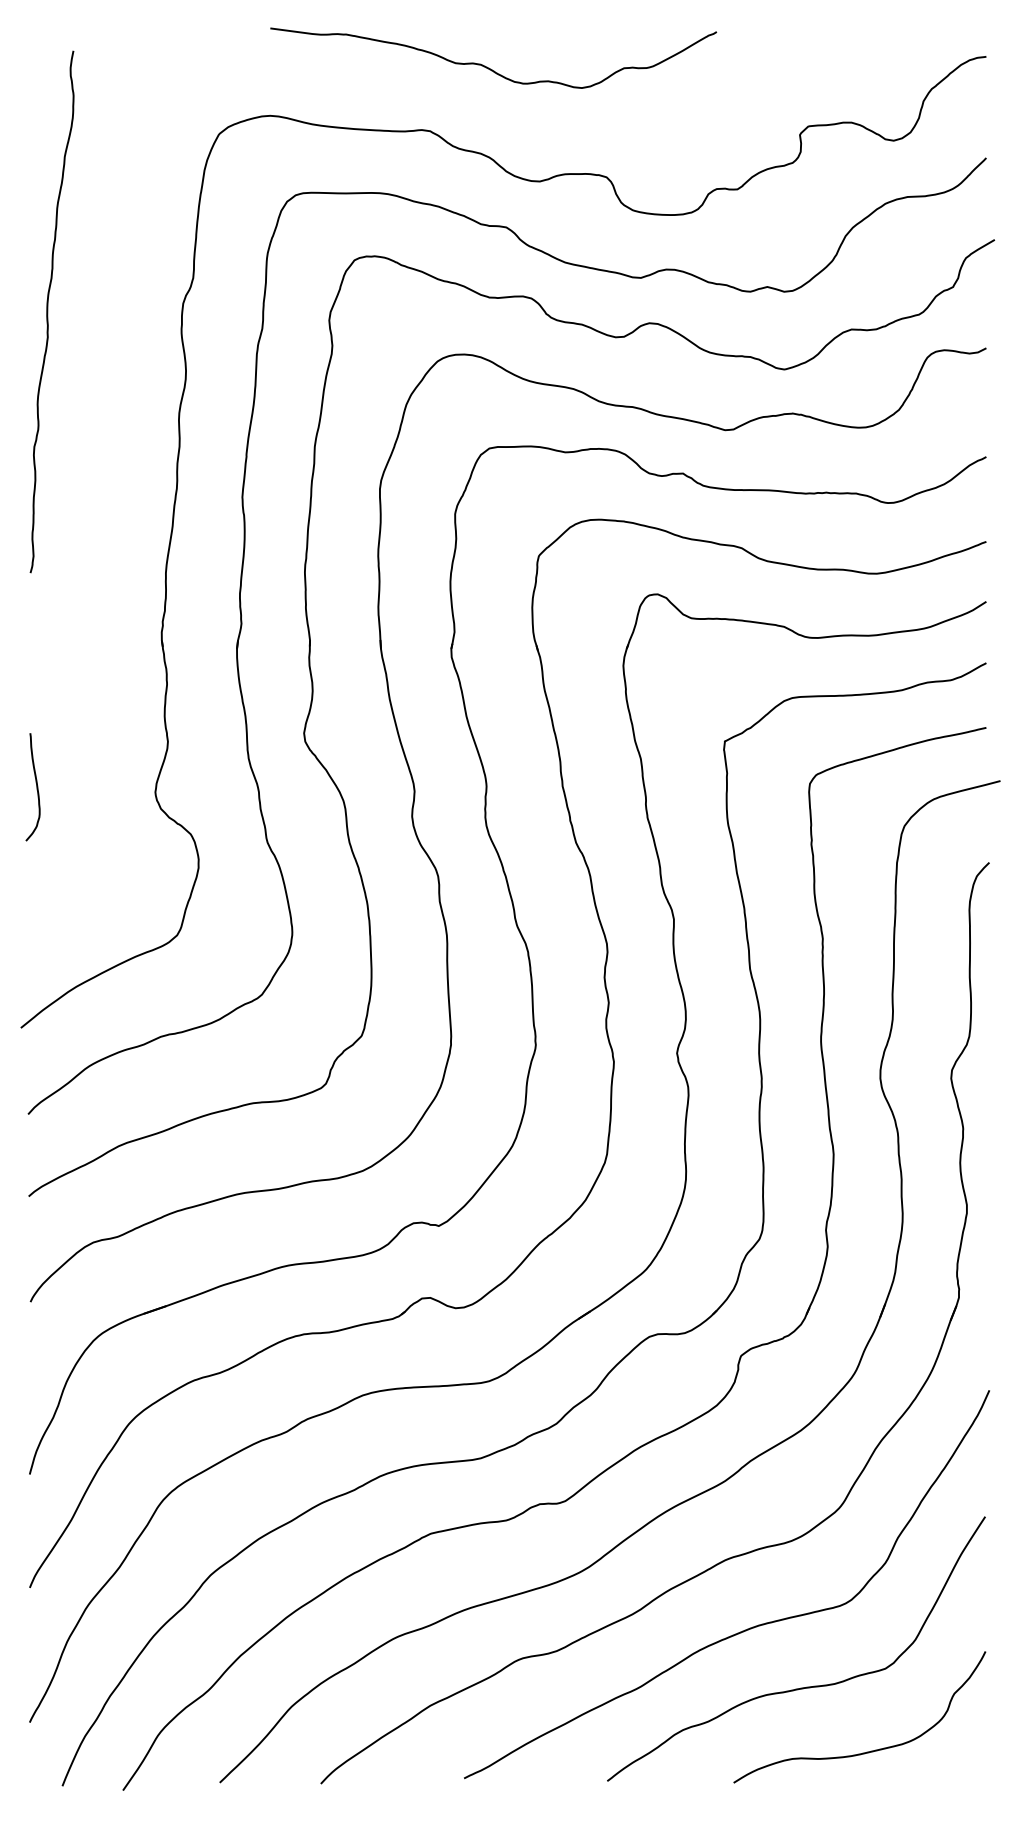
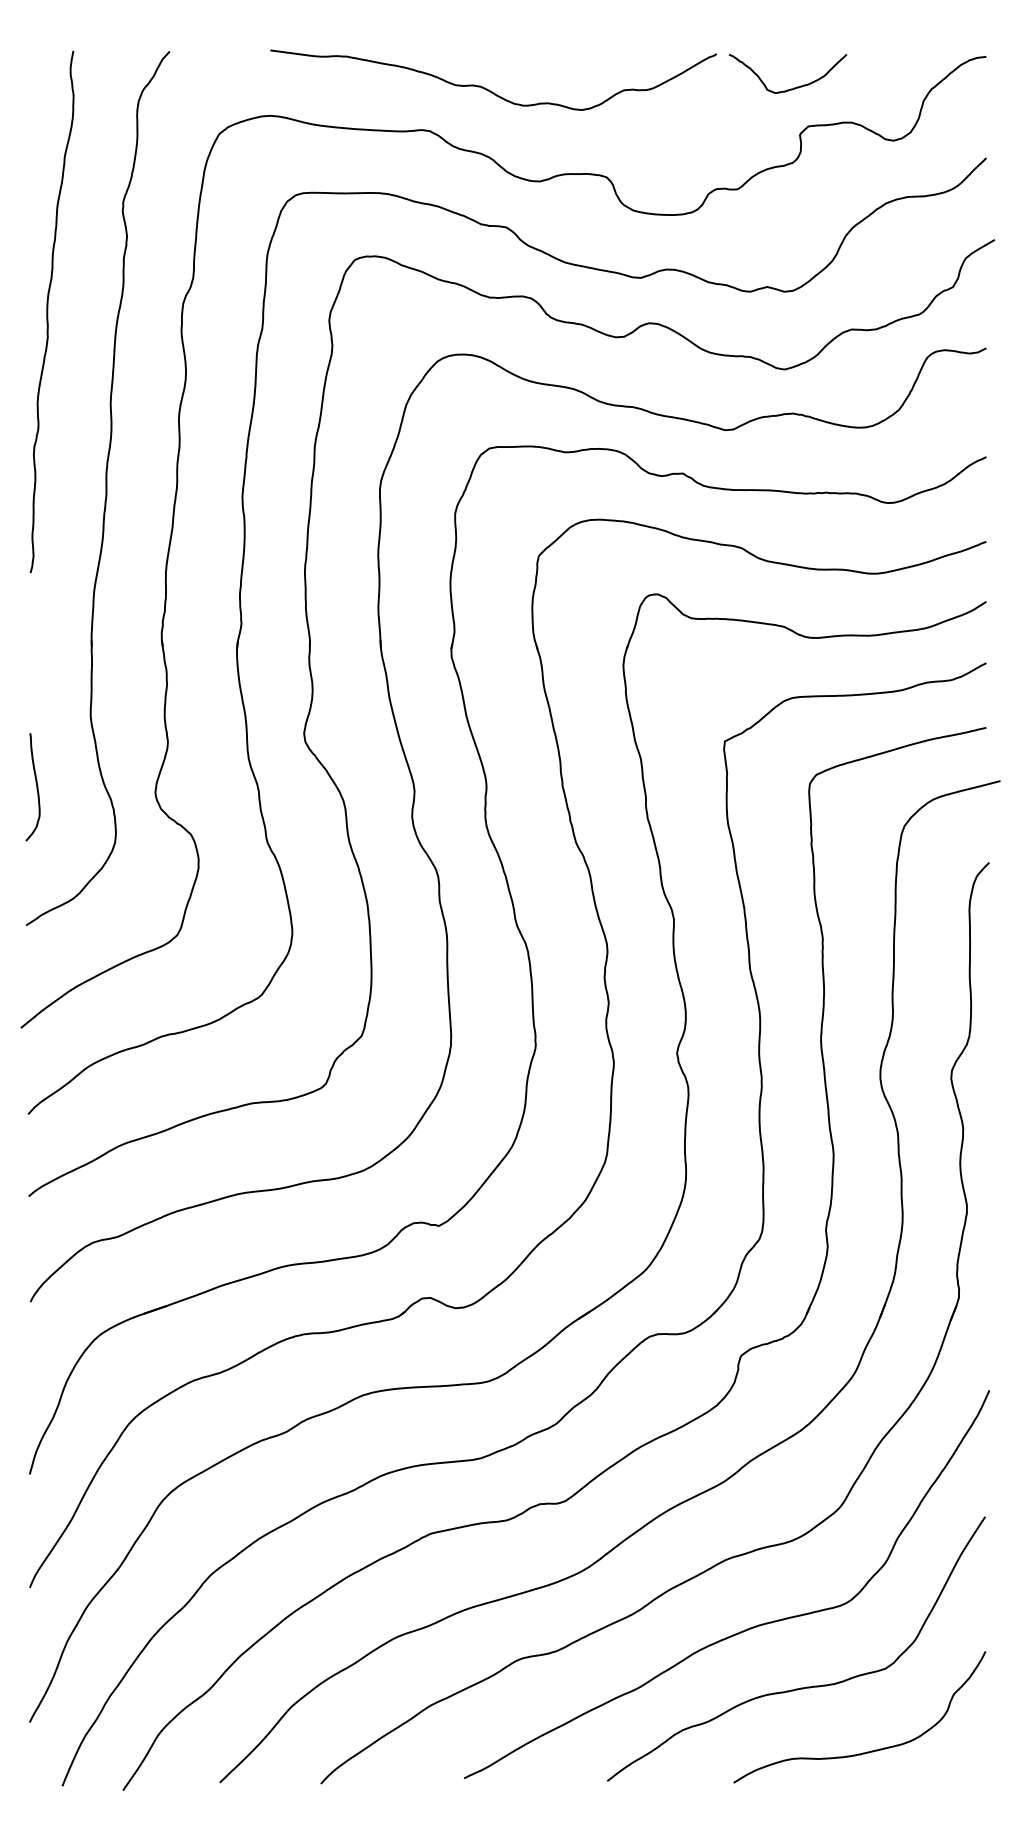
curve at (487, 66) position: (487, 66) -> (487, 88)
curve at (790, 88): none -> present
part at (105, 488): none -> present
